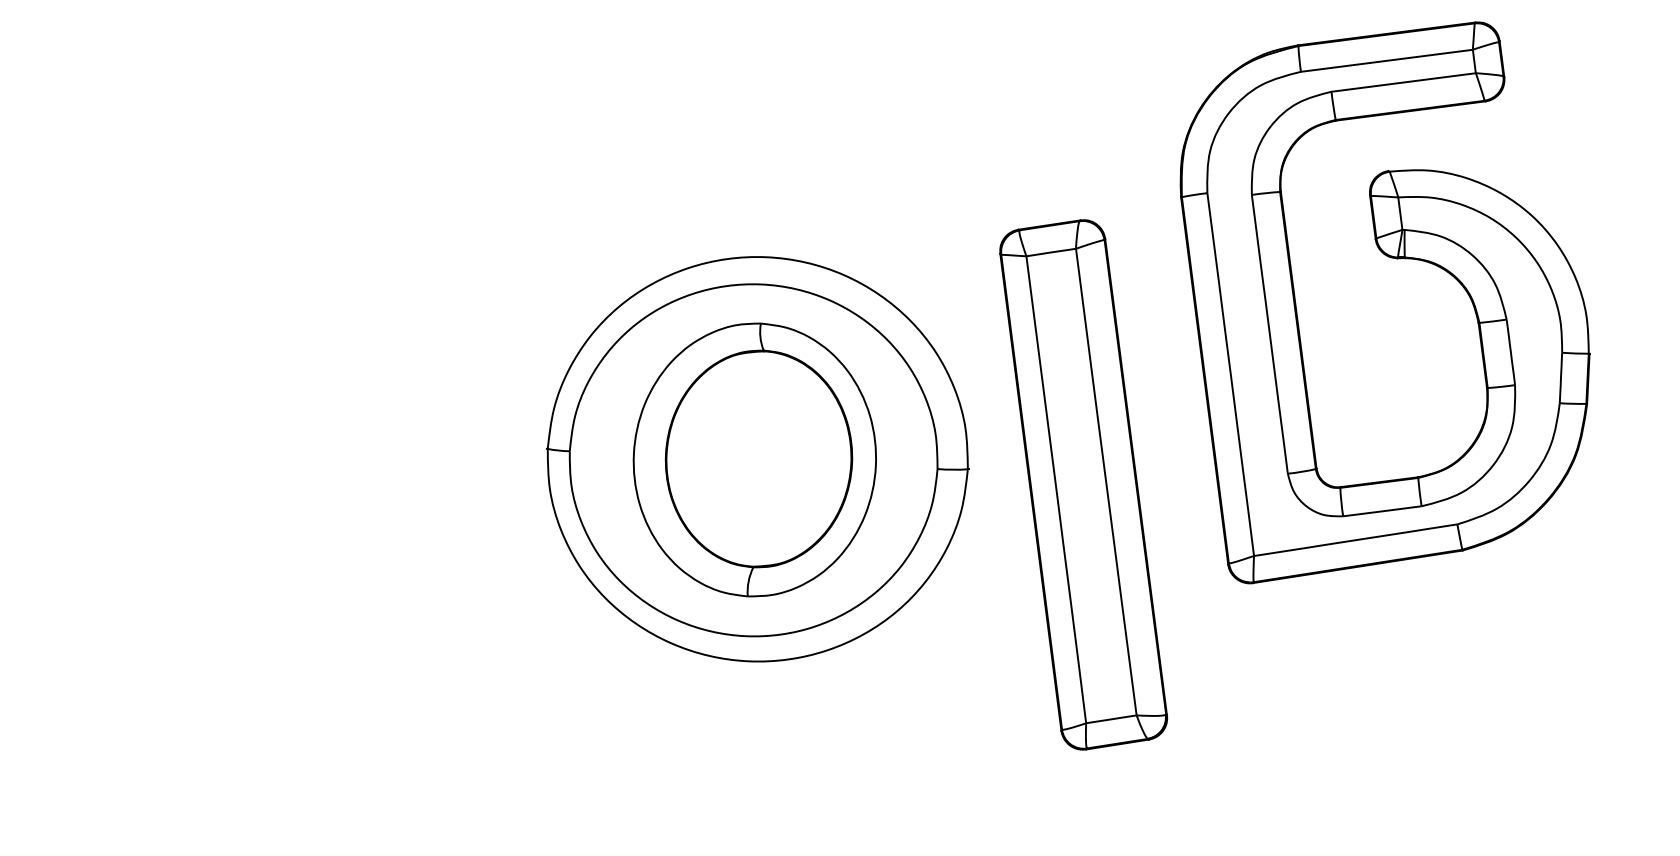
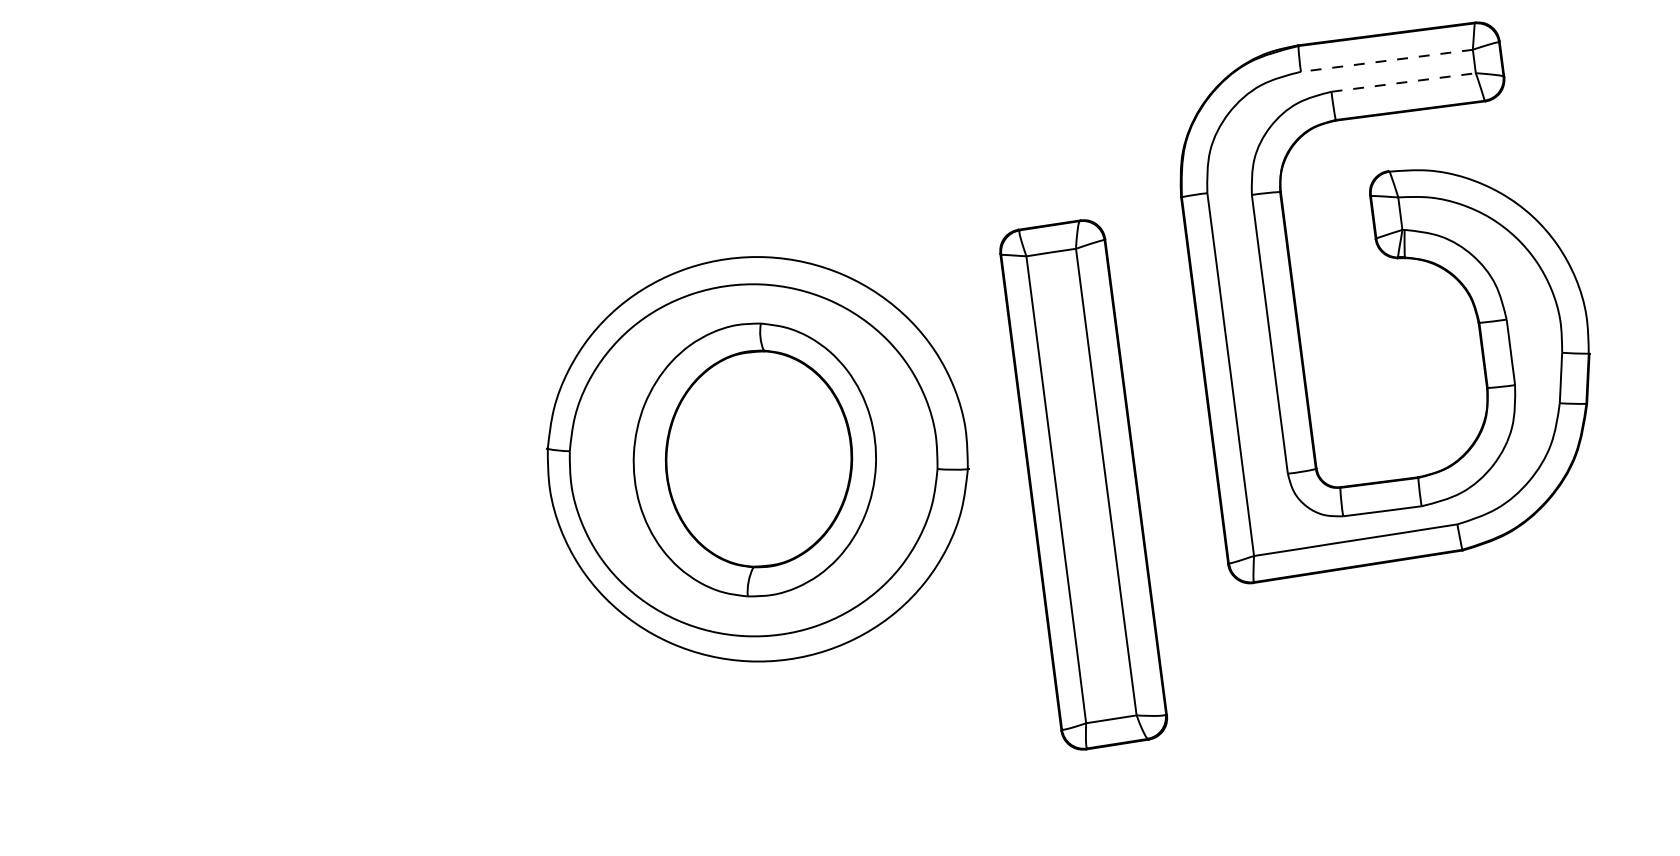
line at (1386, 60): solid -> dashed
line at (1403, 82): solid -> dashed
